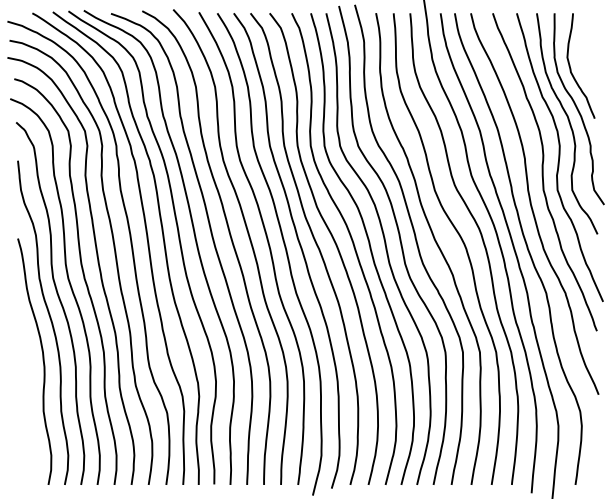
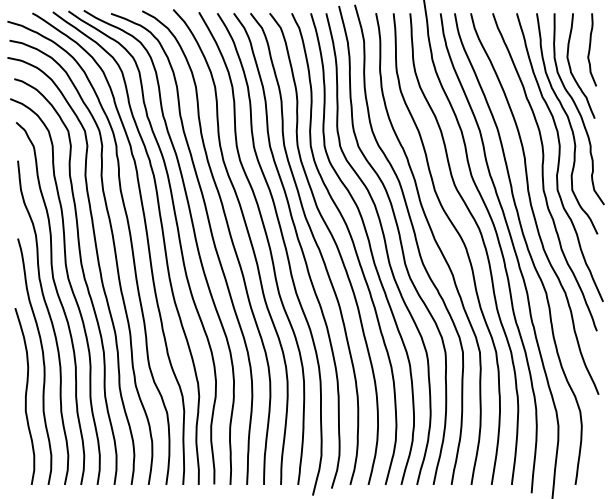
curve at (590, 49): none -> present
curve at (25, 396): none -> present
